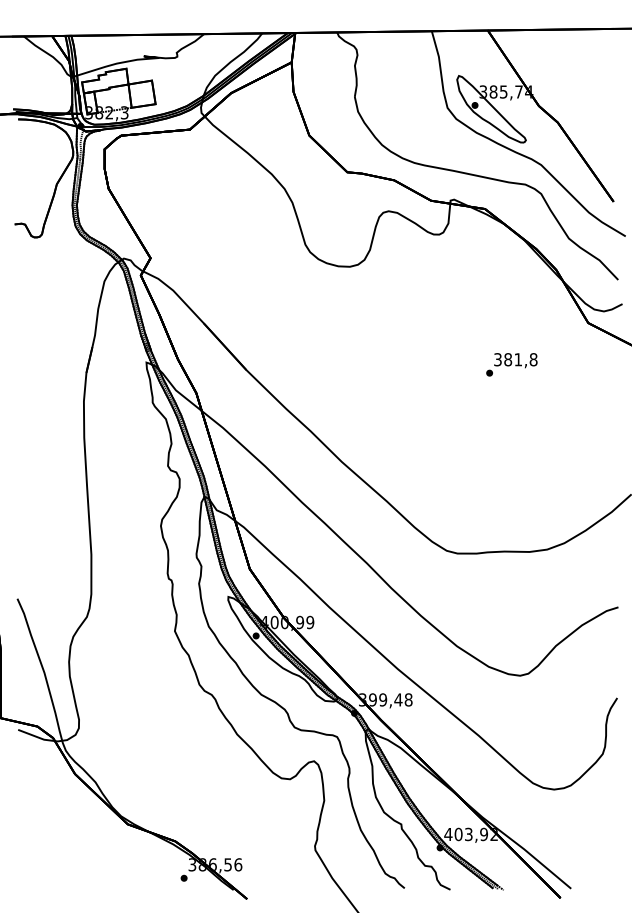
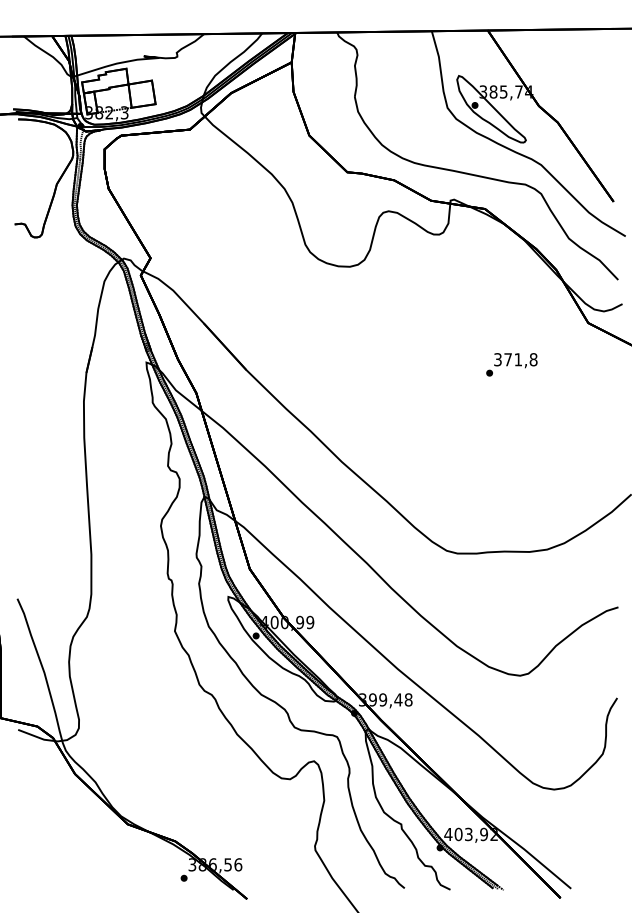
text at (508, 359): 381,8 -> 371,8
